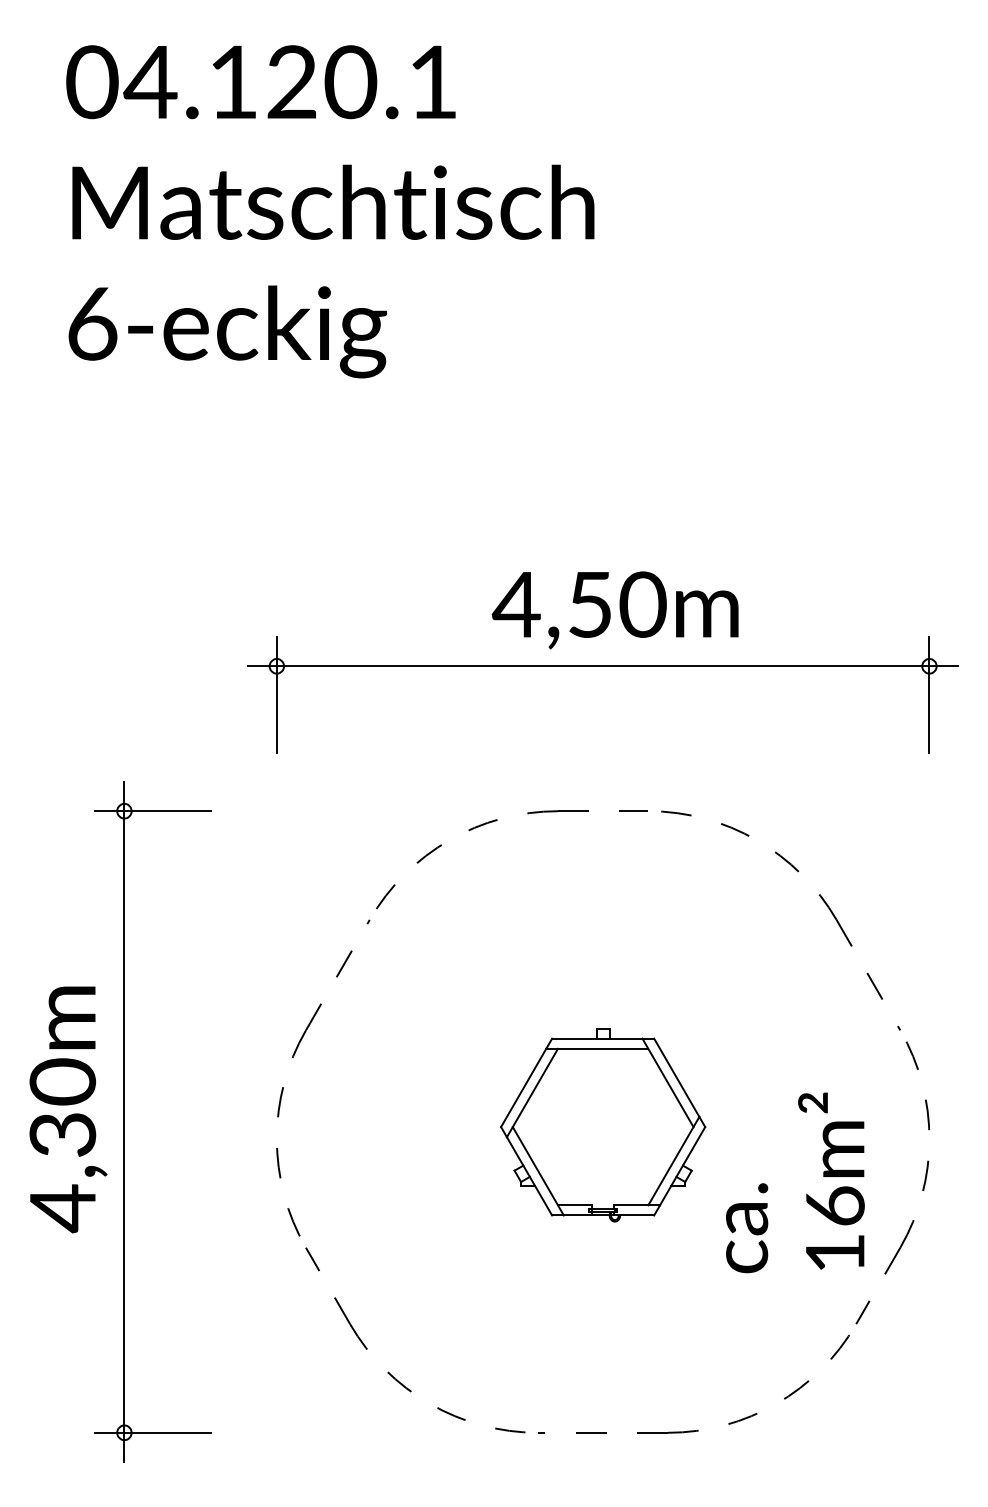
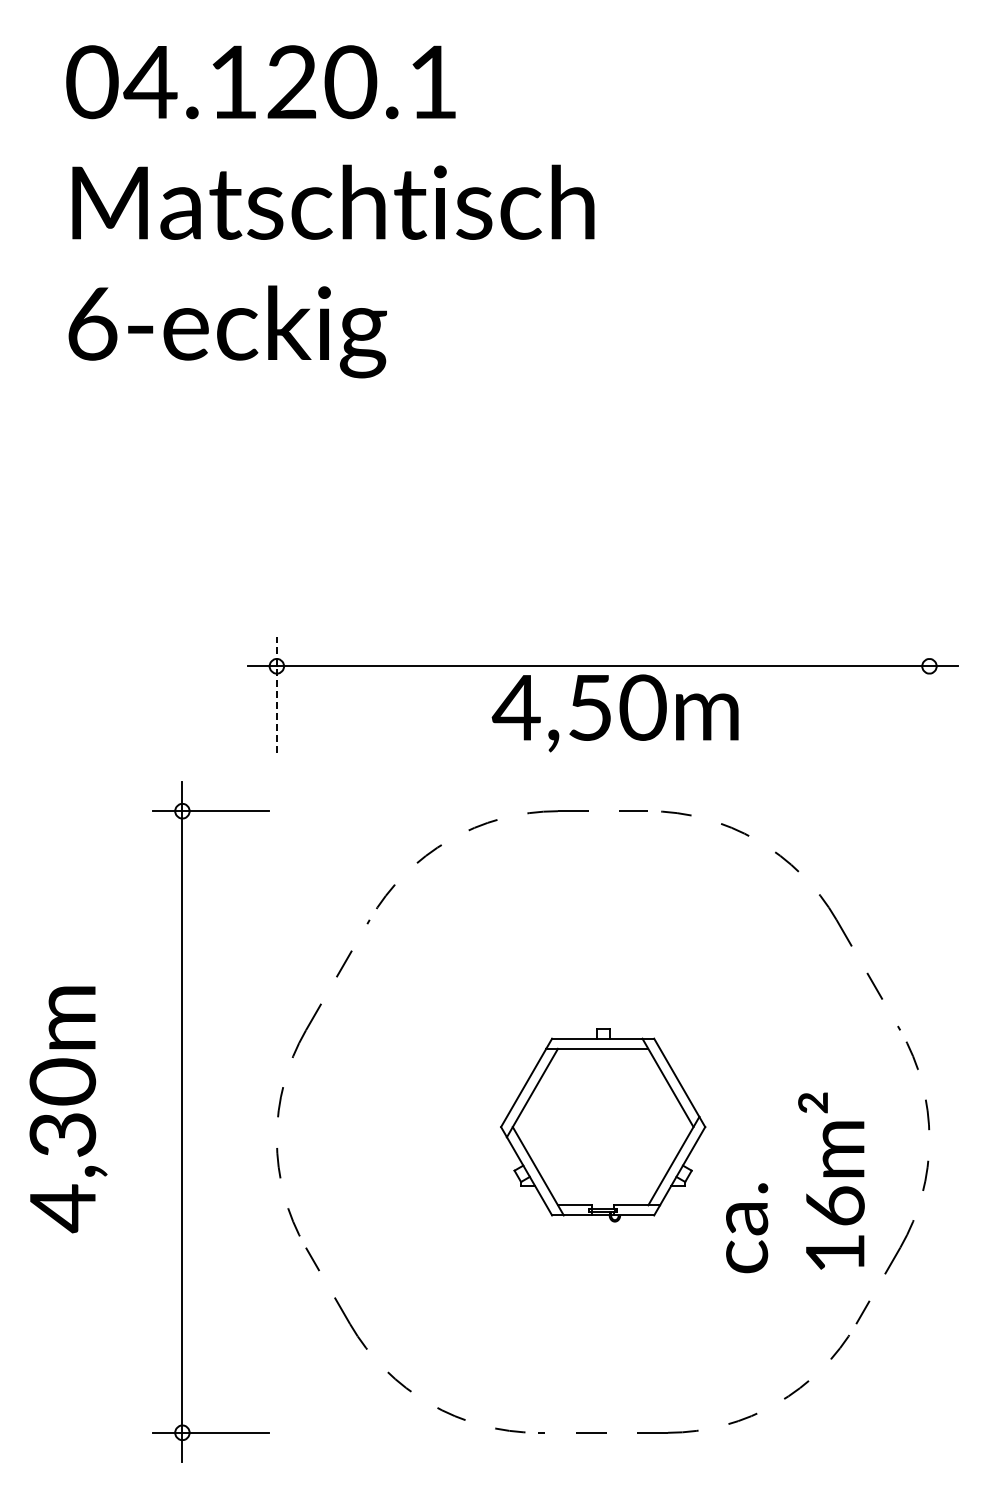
text at (614, 610) position: (614, 610) -> (614, 713)
line at (276, 695): solid -> dashed
line at (929, 695): present -> none
part at (124, 1121) position: (124, 1121) -> (182, 1121)
